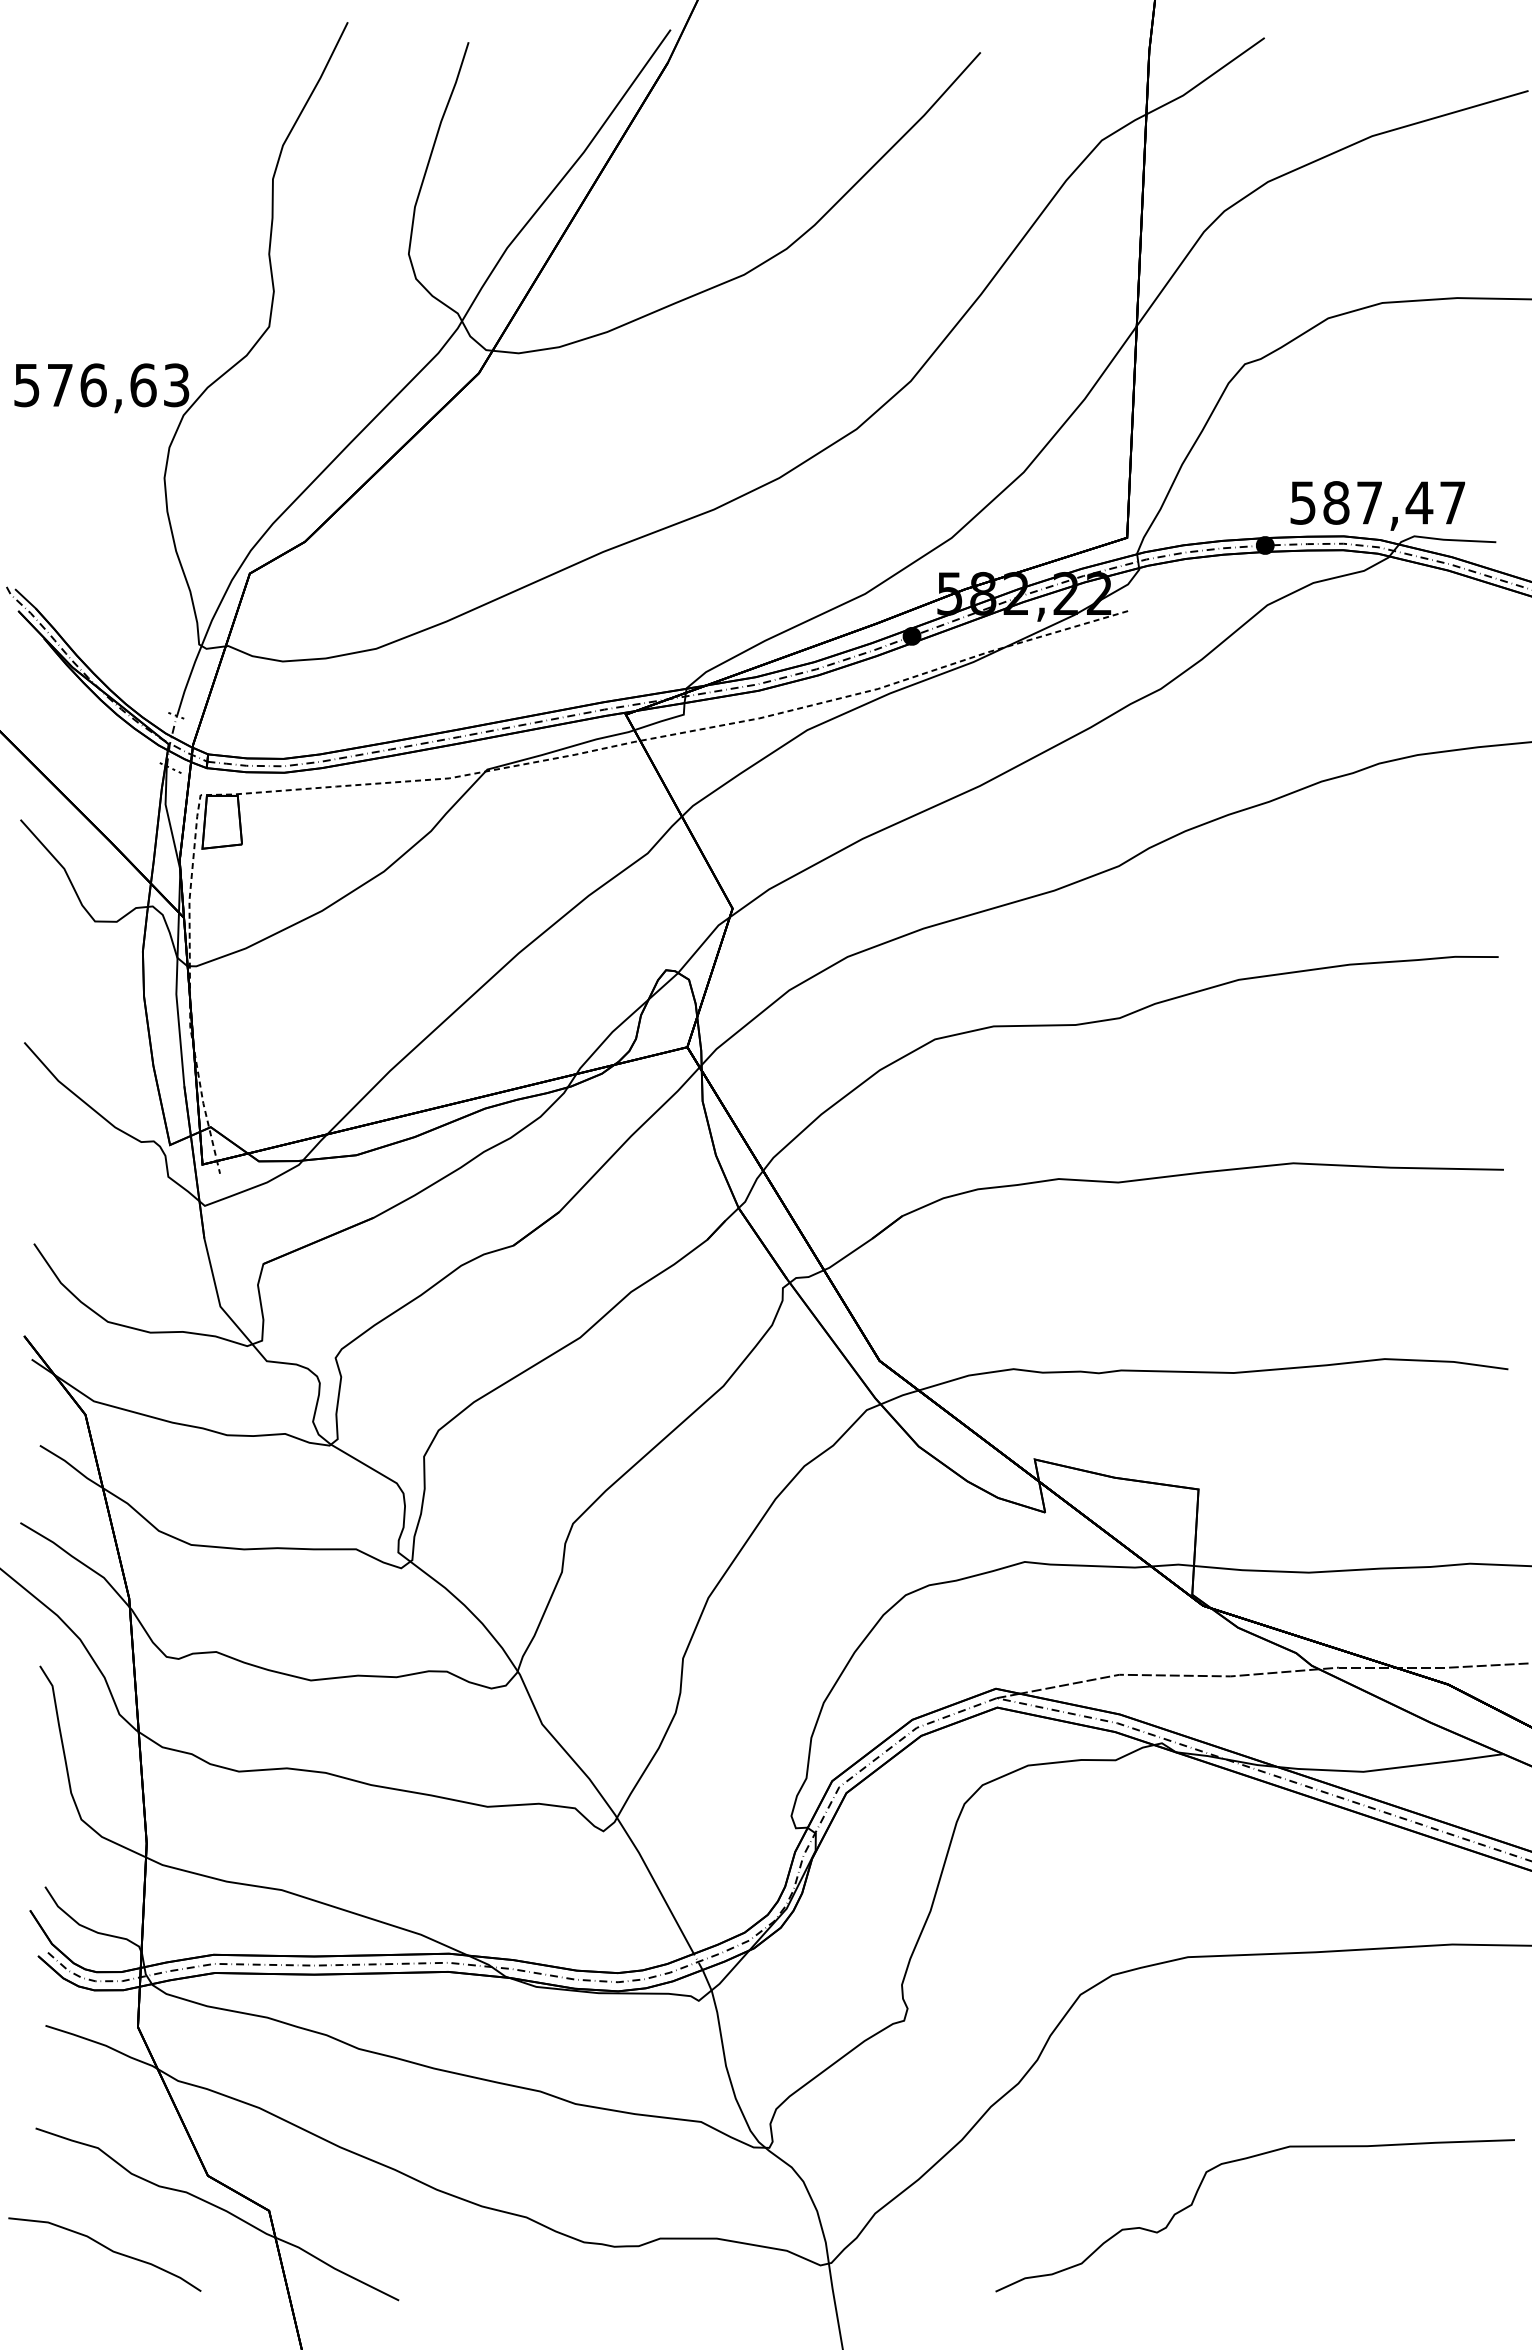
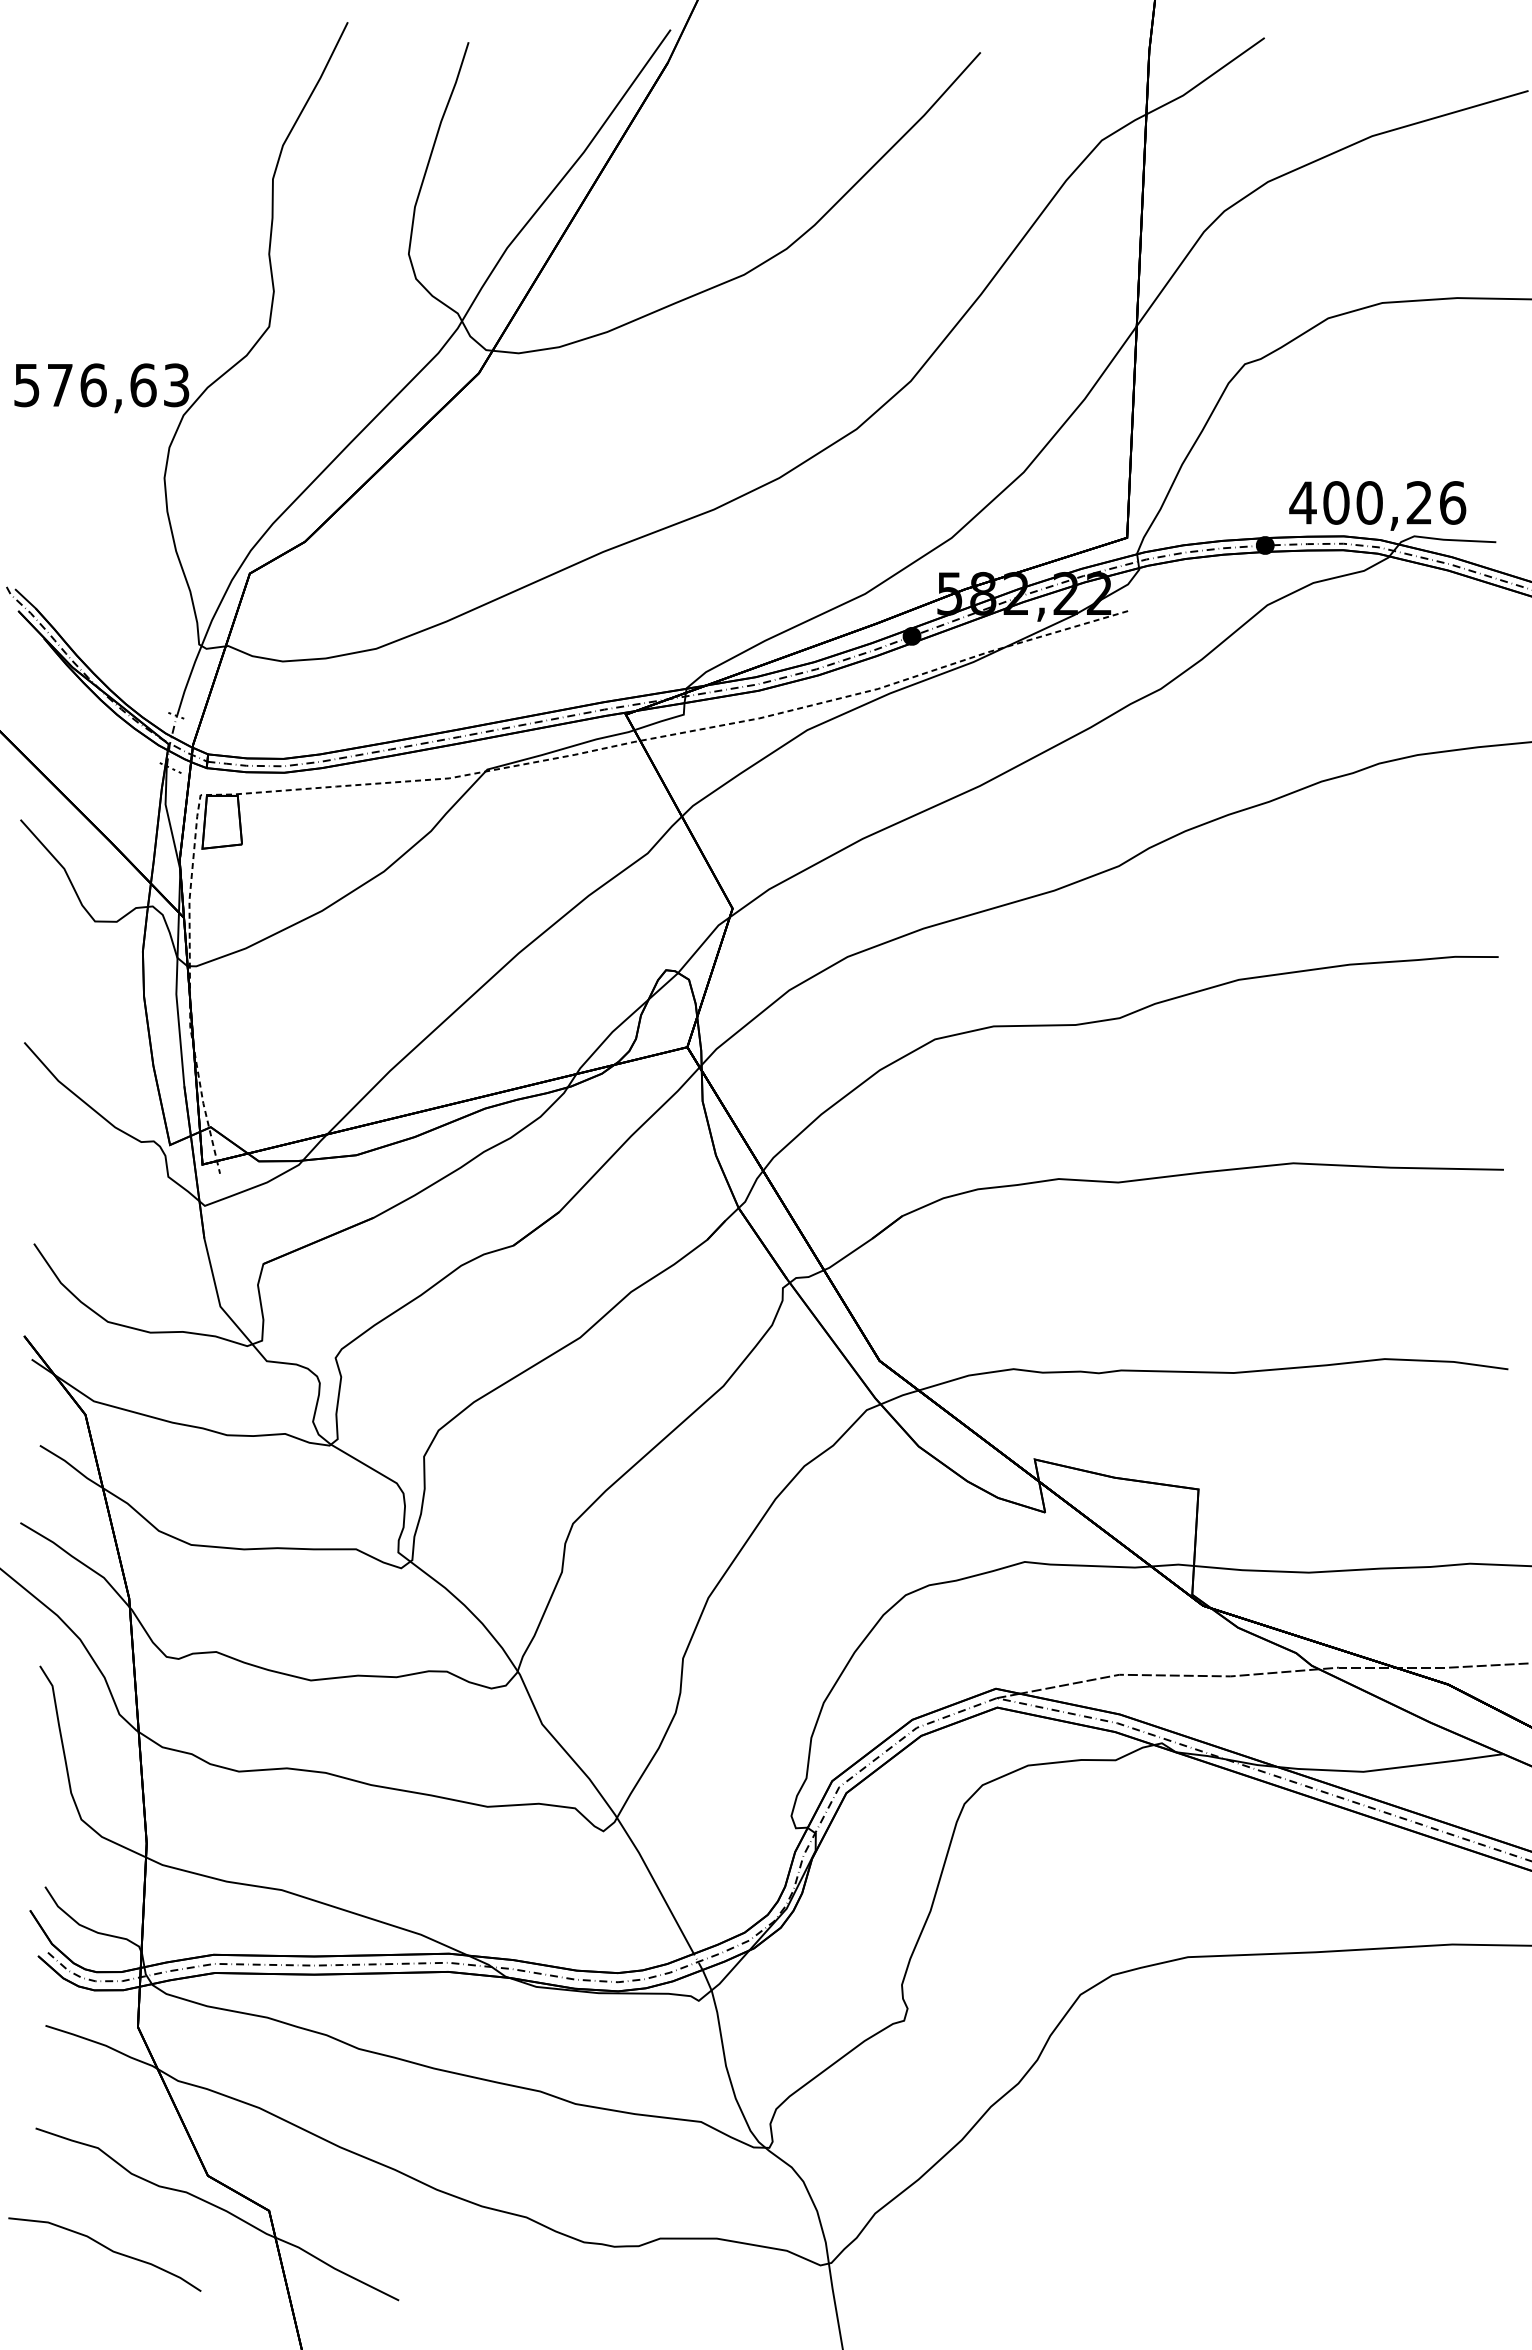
text at (1377, 502): 587,47 -> 400,26
curve at (1242, 2160): present -> none
